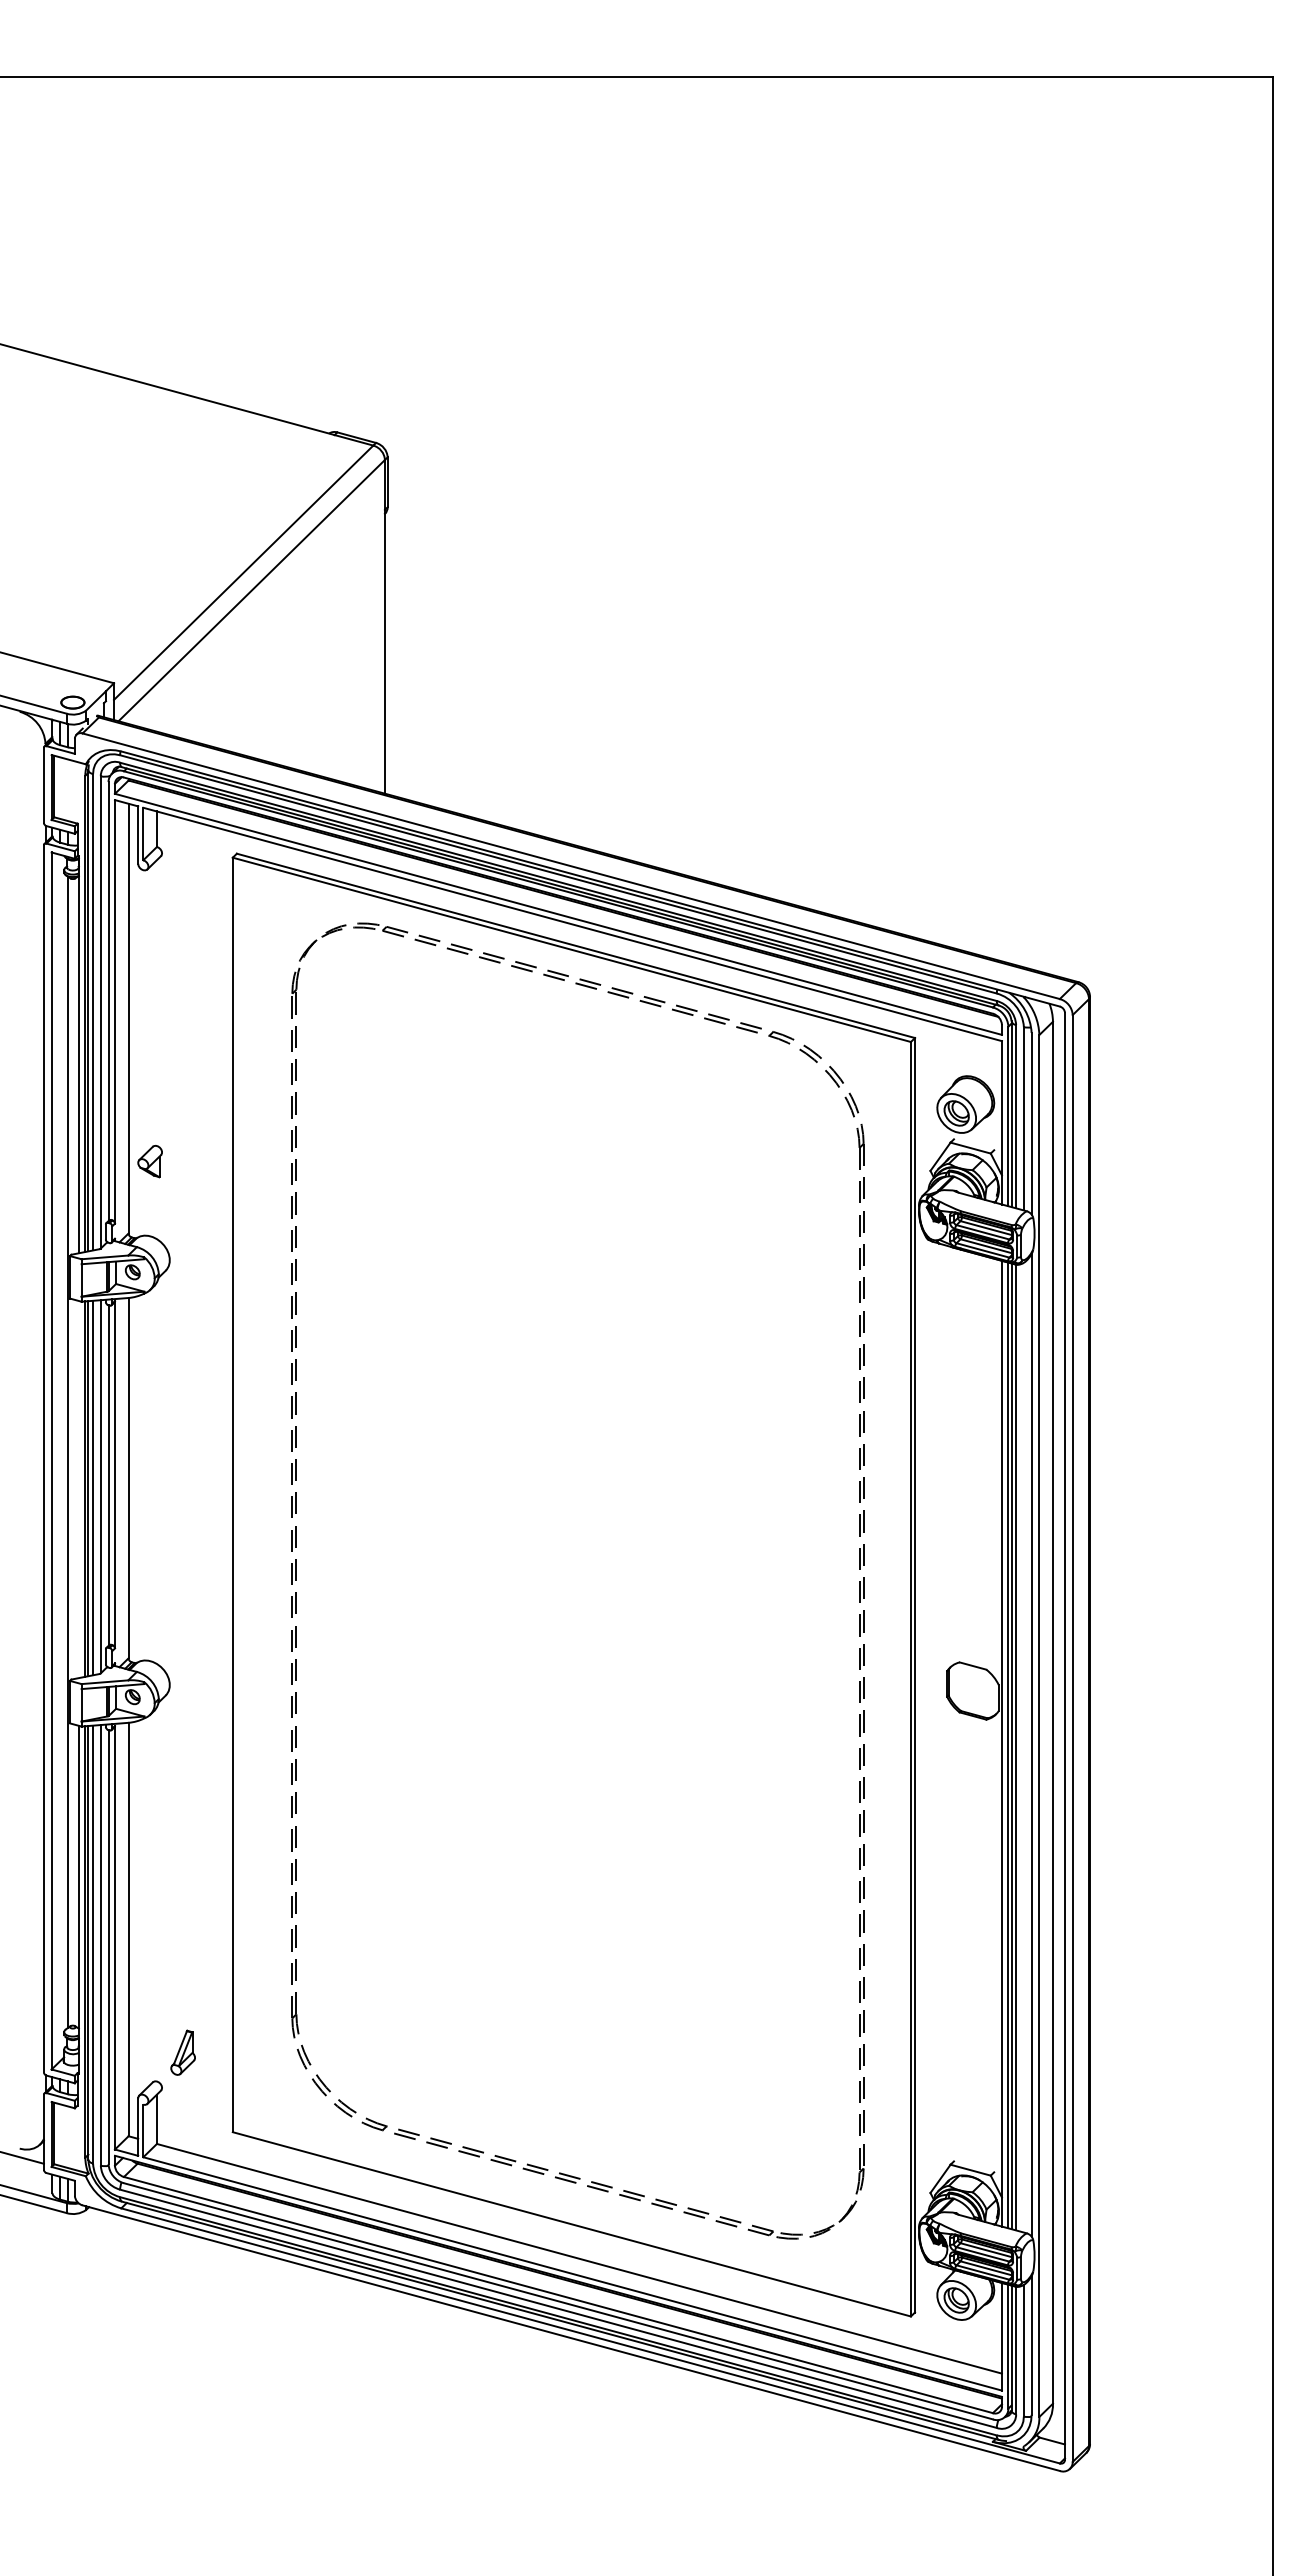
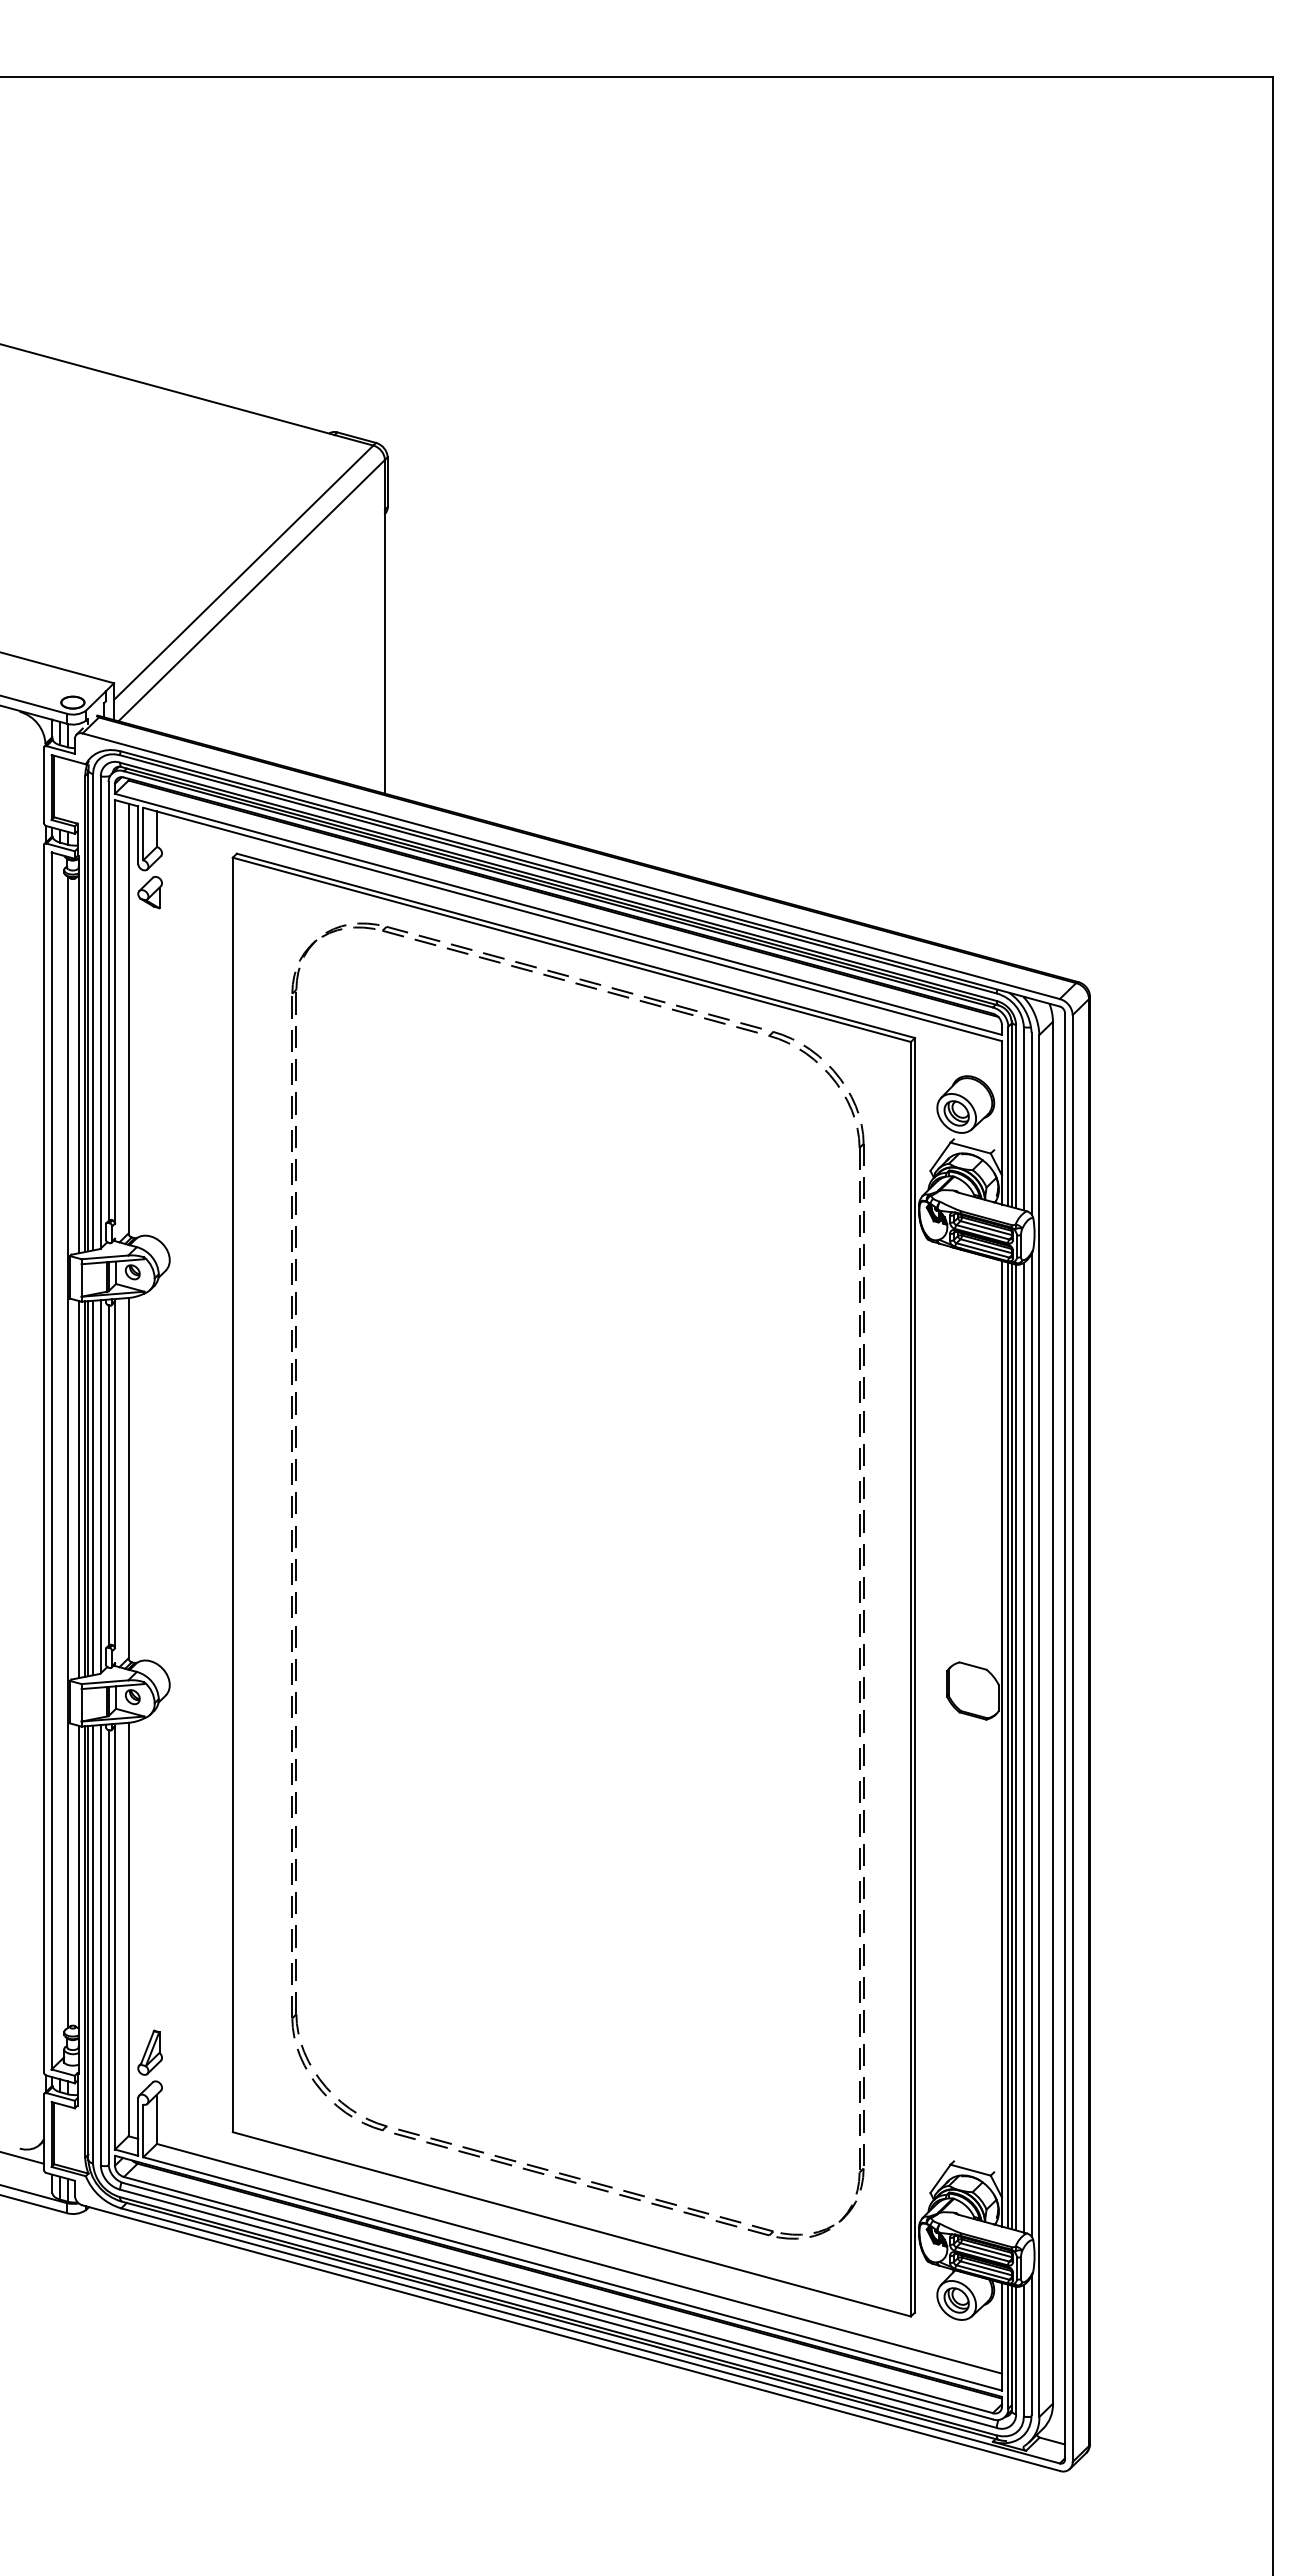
part at (149, 1161) position: (149, 1161) -> (149, 892)
line at (78, 1489): none -> present
line at (1023, 1747): none -> present
part at (182, 2052) position: (182, 2052) -> (149, 2052)
